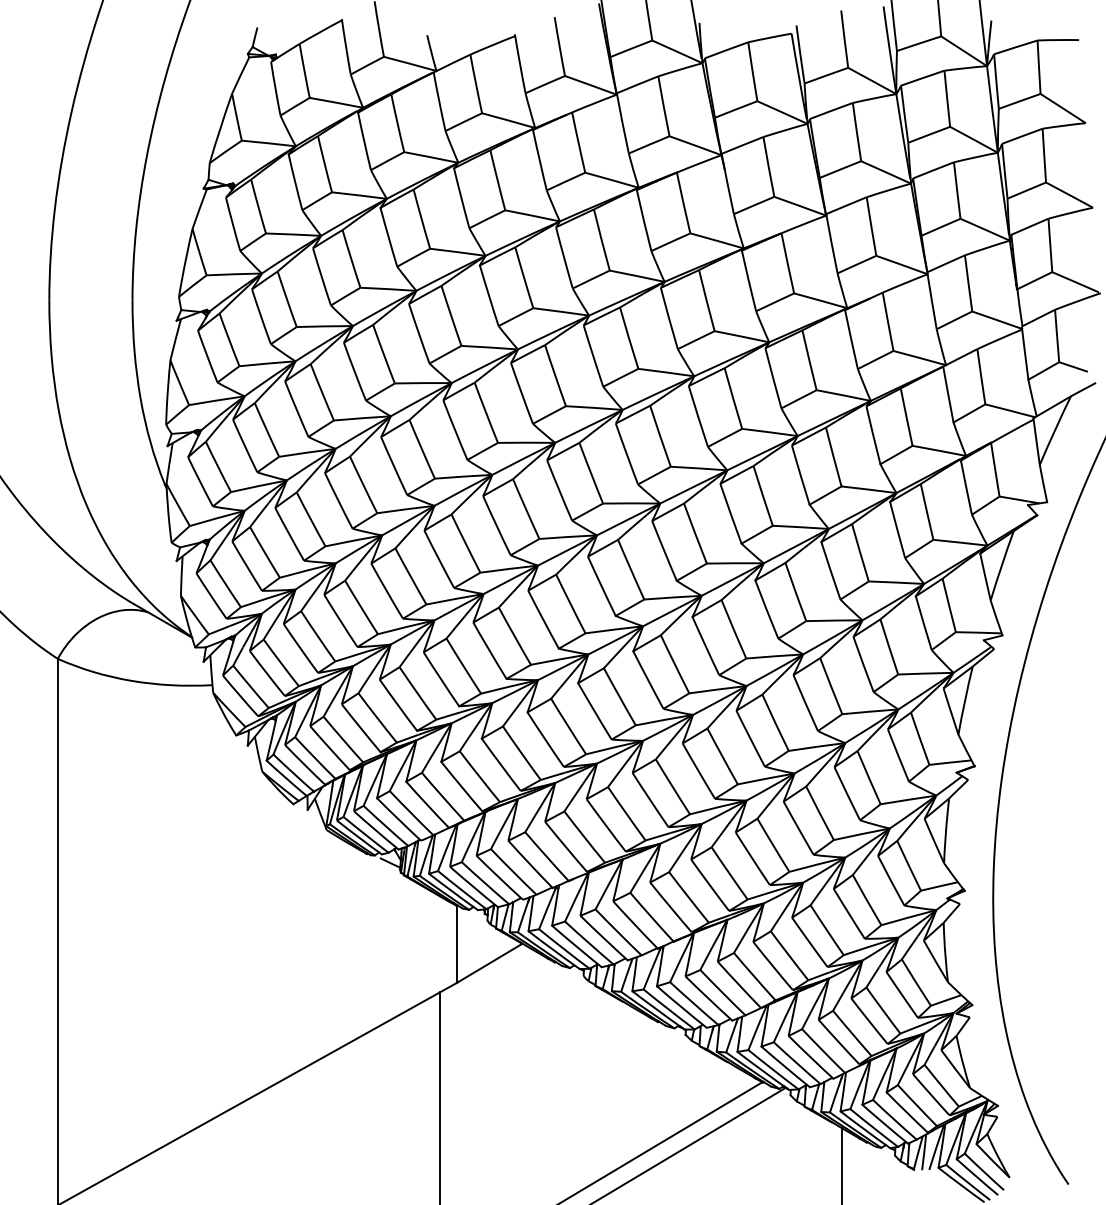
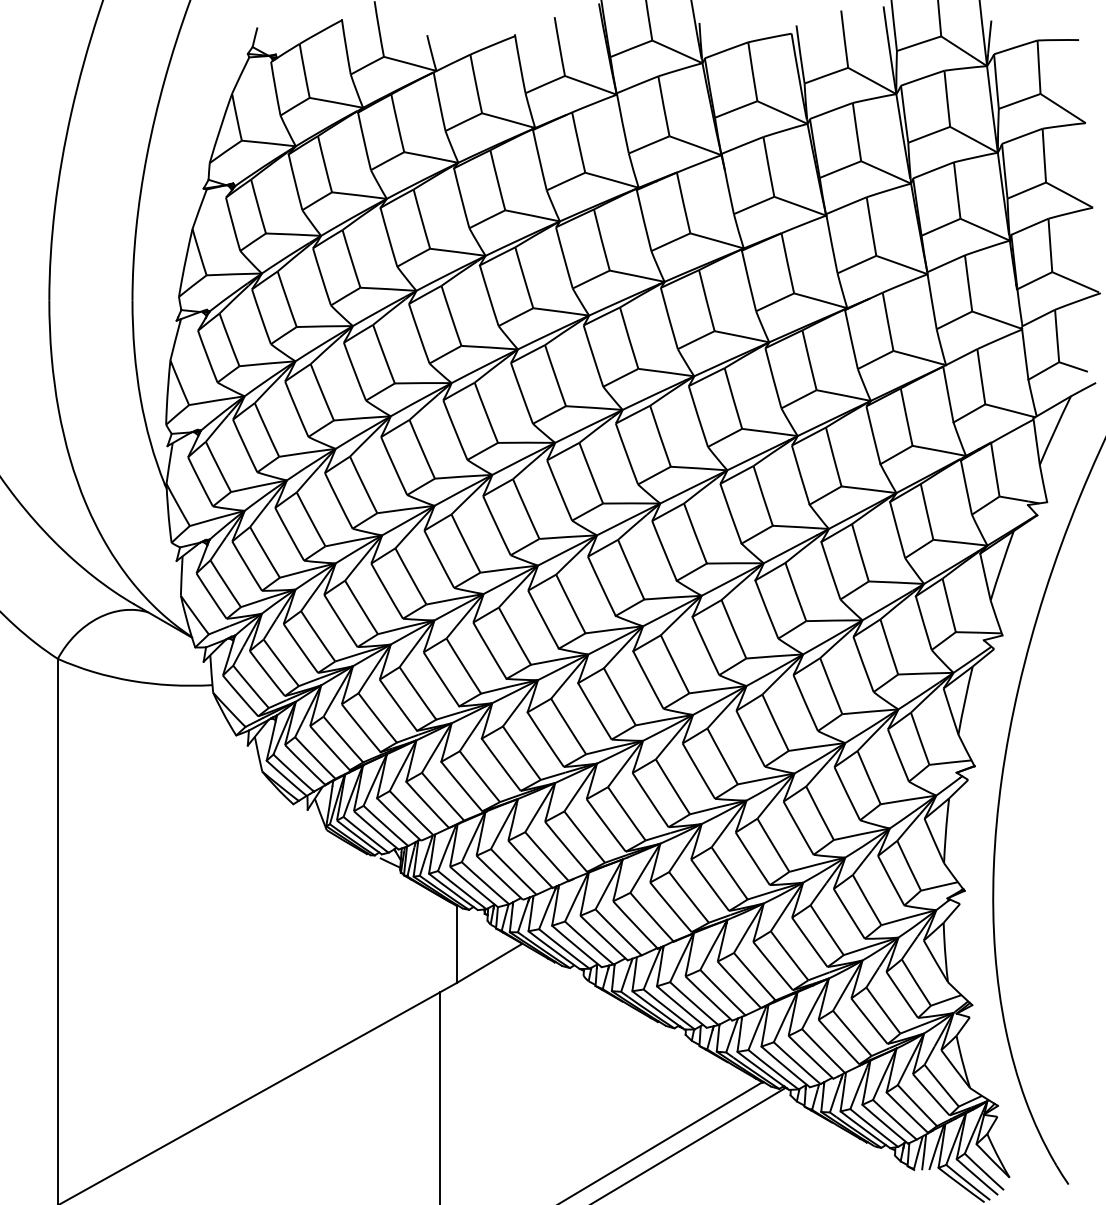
line at (842, 1164): present -> none
